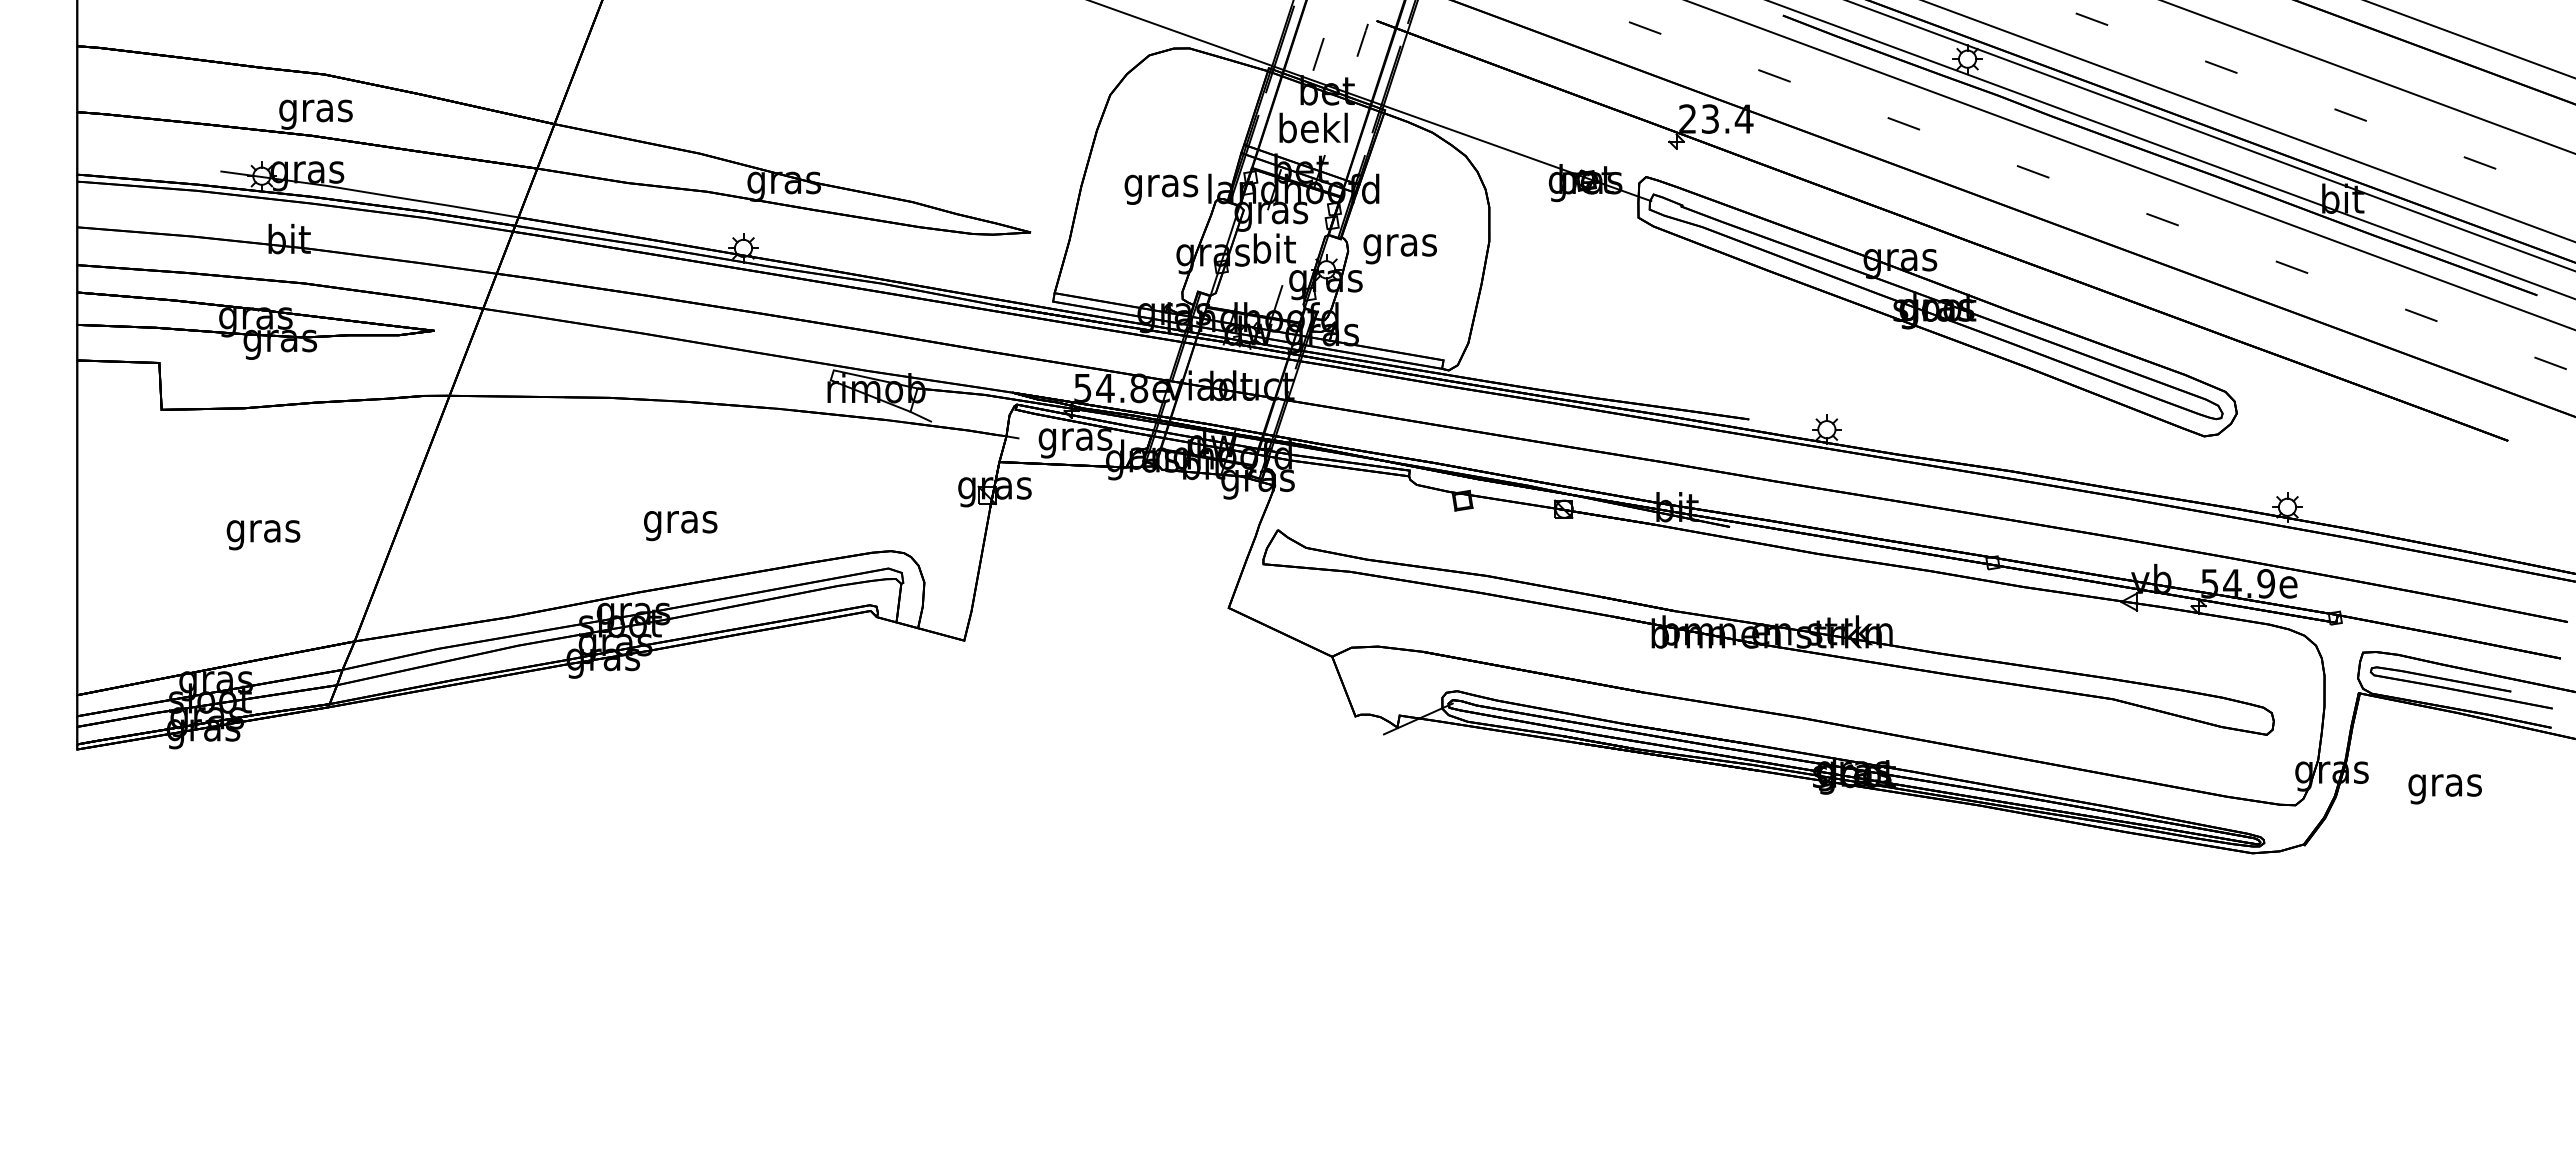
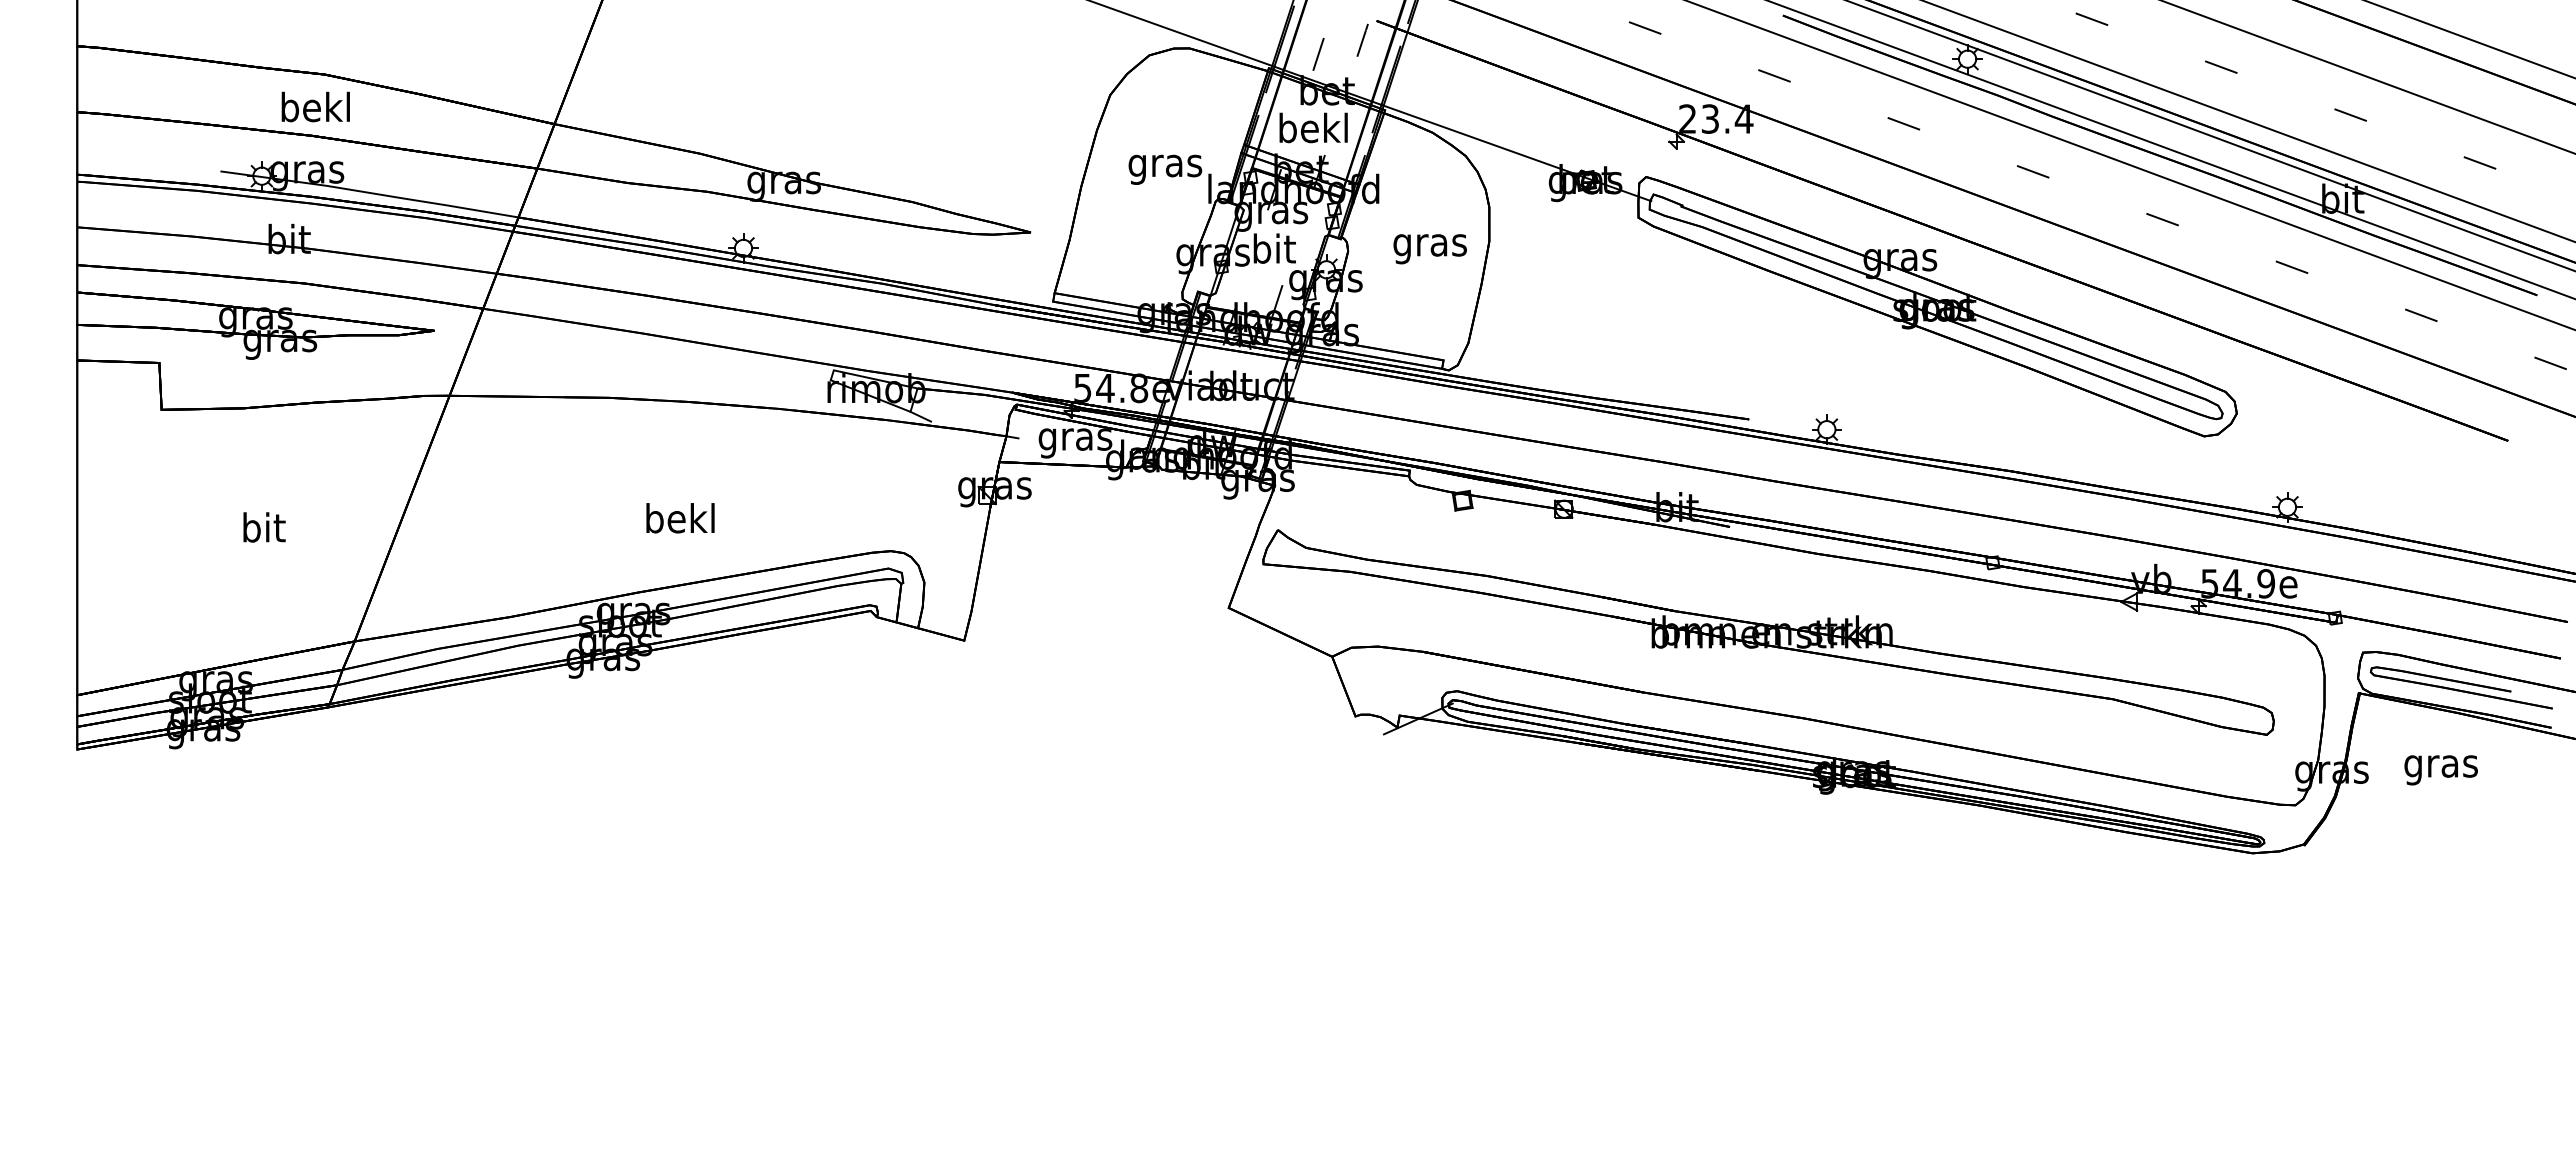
text at (315, 110): gras -> bekl
text at (1161, 189) position: (1161, 189) -> (1165, 169)
text at (1399, 249) position: (1399, 249) -> (1429, 249)
text at (680, 522): gras -> bekl
text at (263, 531): gras -> bit
text at (2444, 789) position: (2444, 789) -> (2440, 770)
